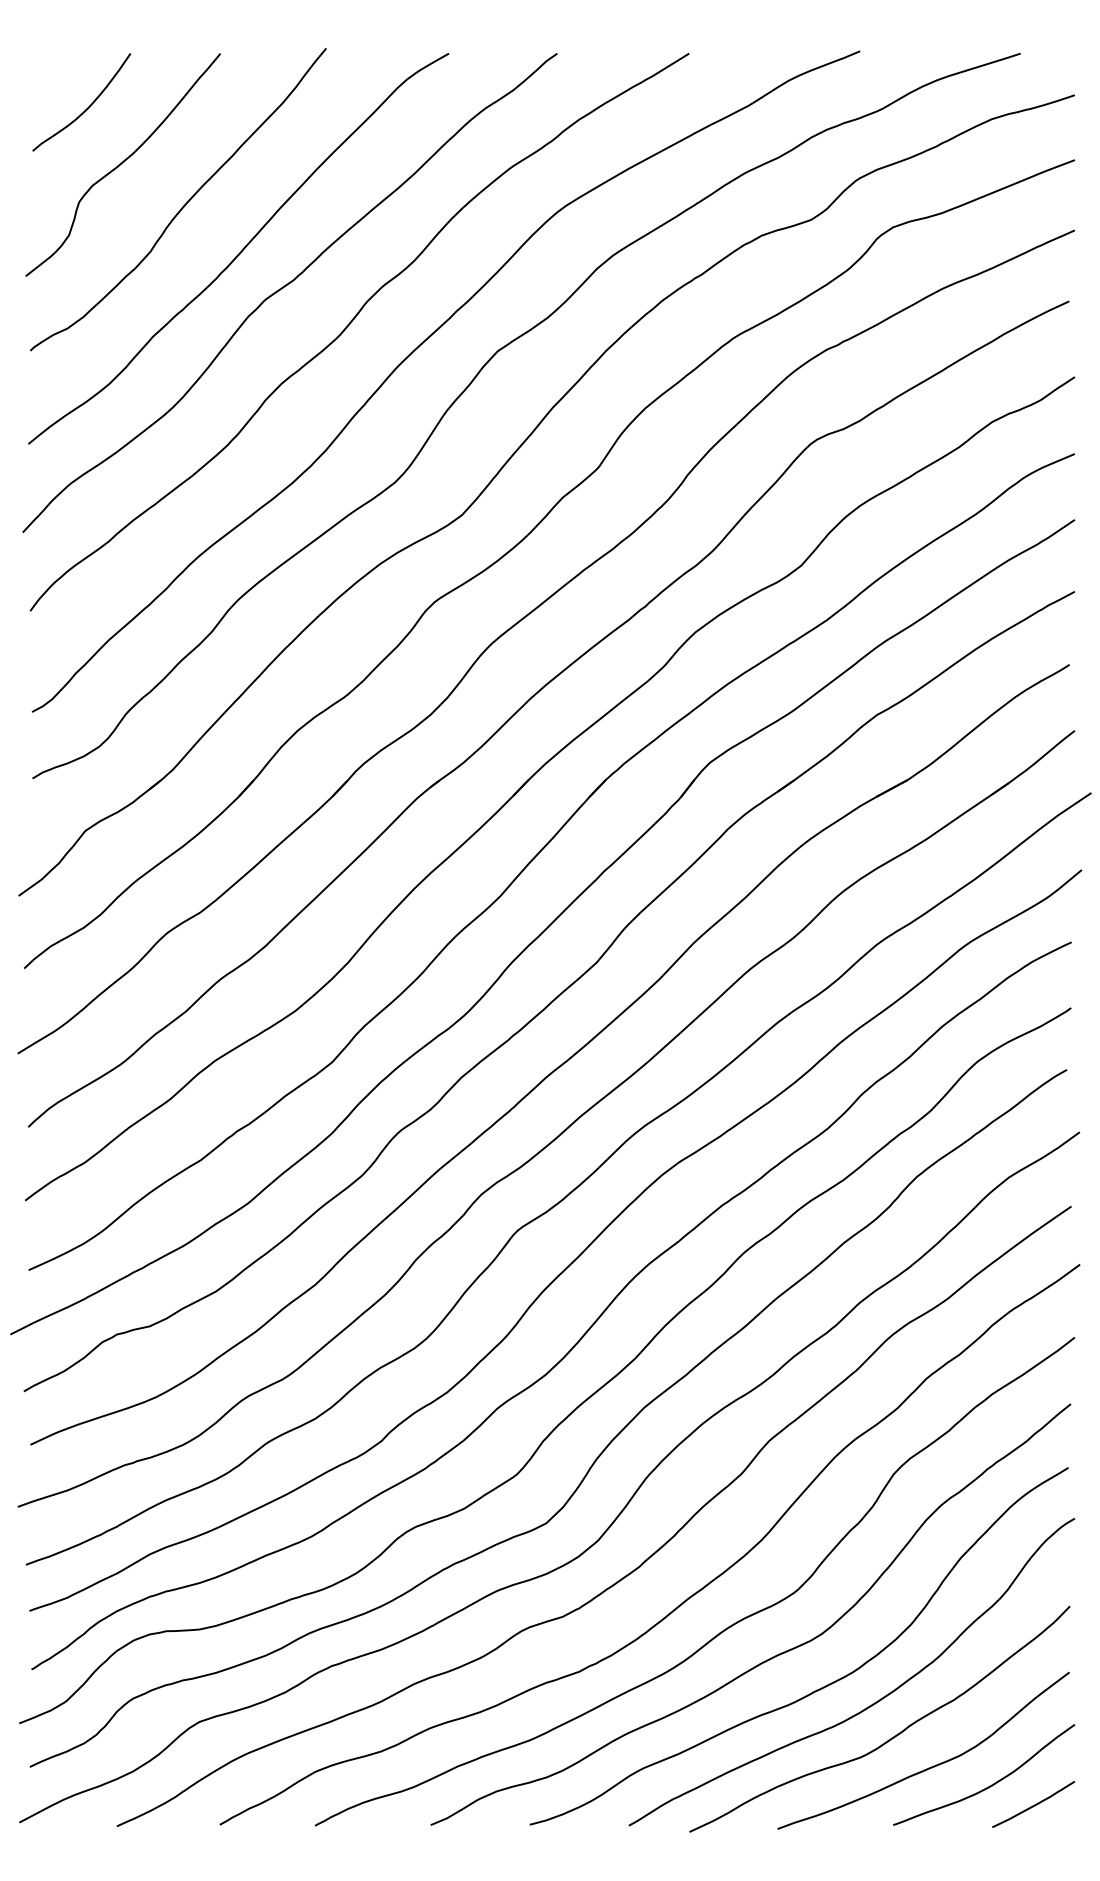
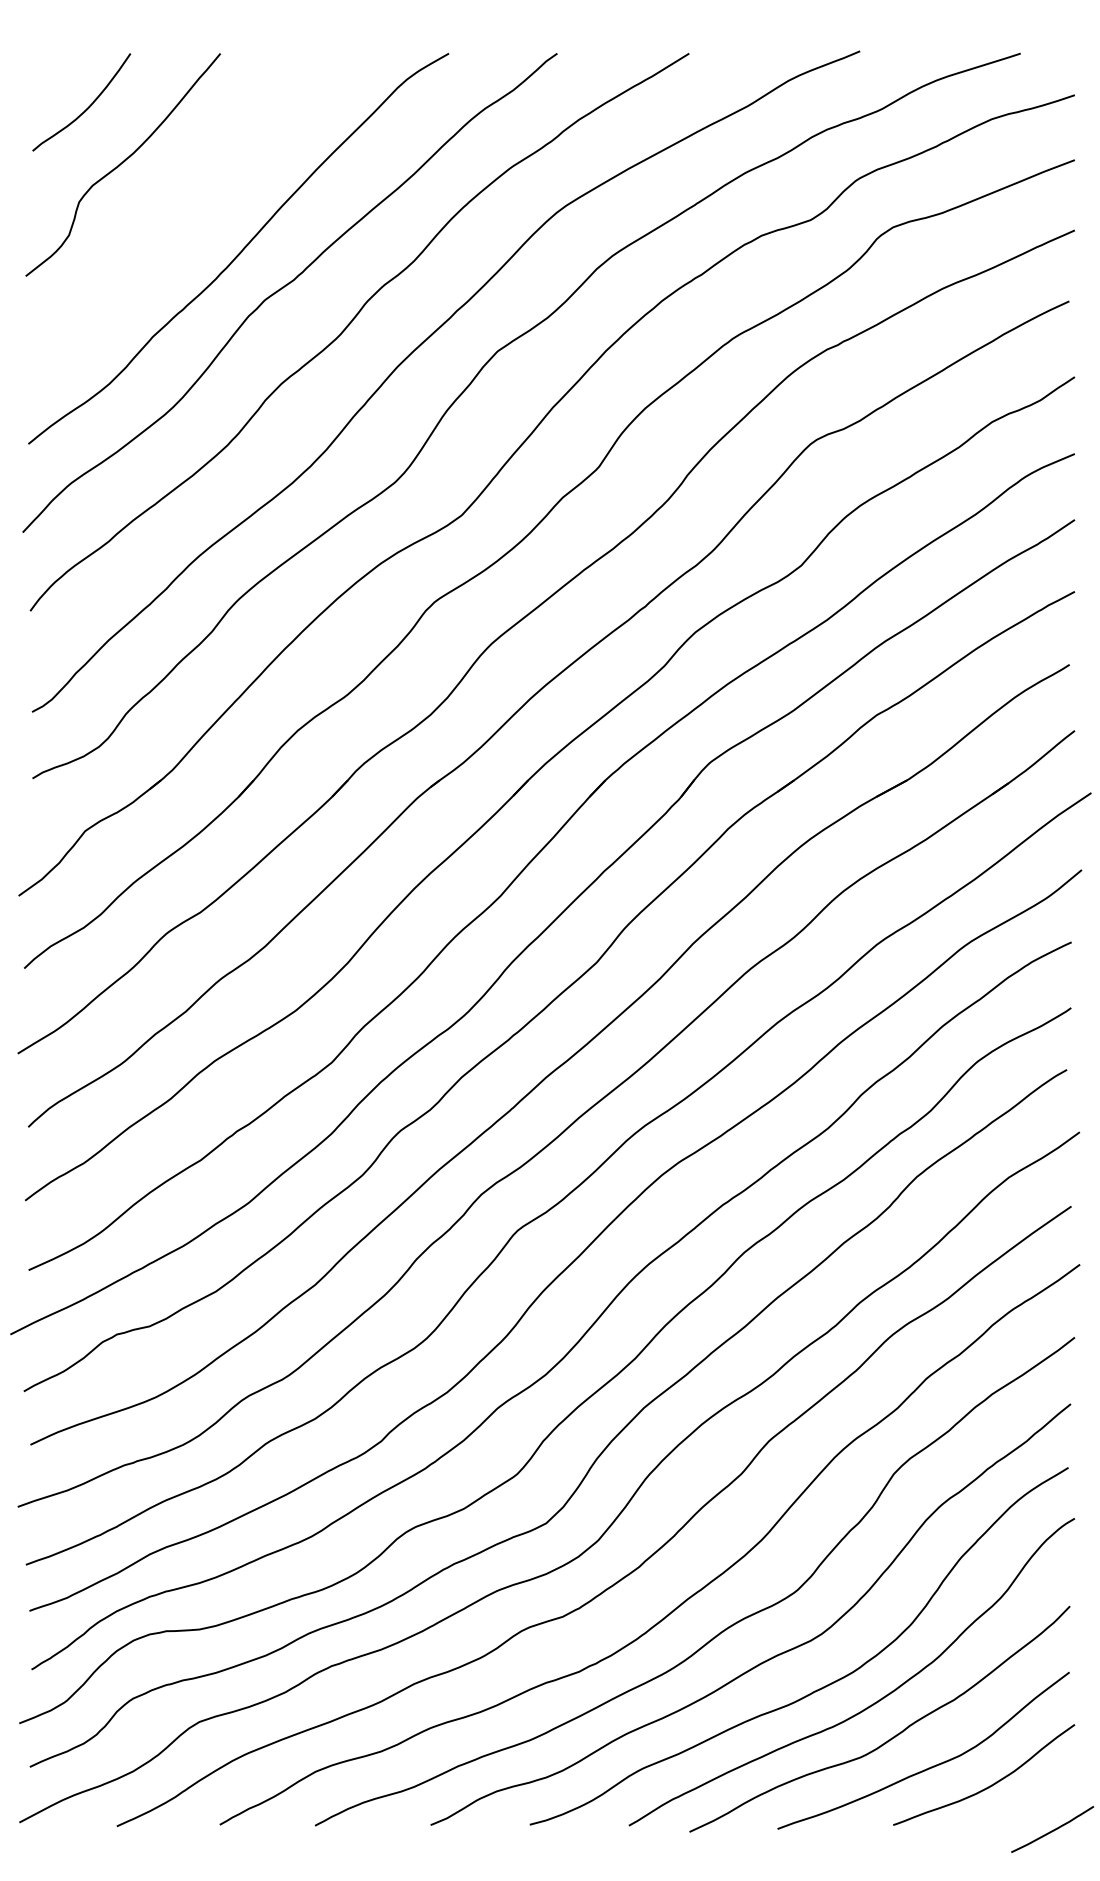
curve at (184, 204): present -> none
curve at (1034, 1804) position: (1034, 1804) -> (1053, 1829)
